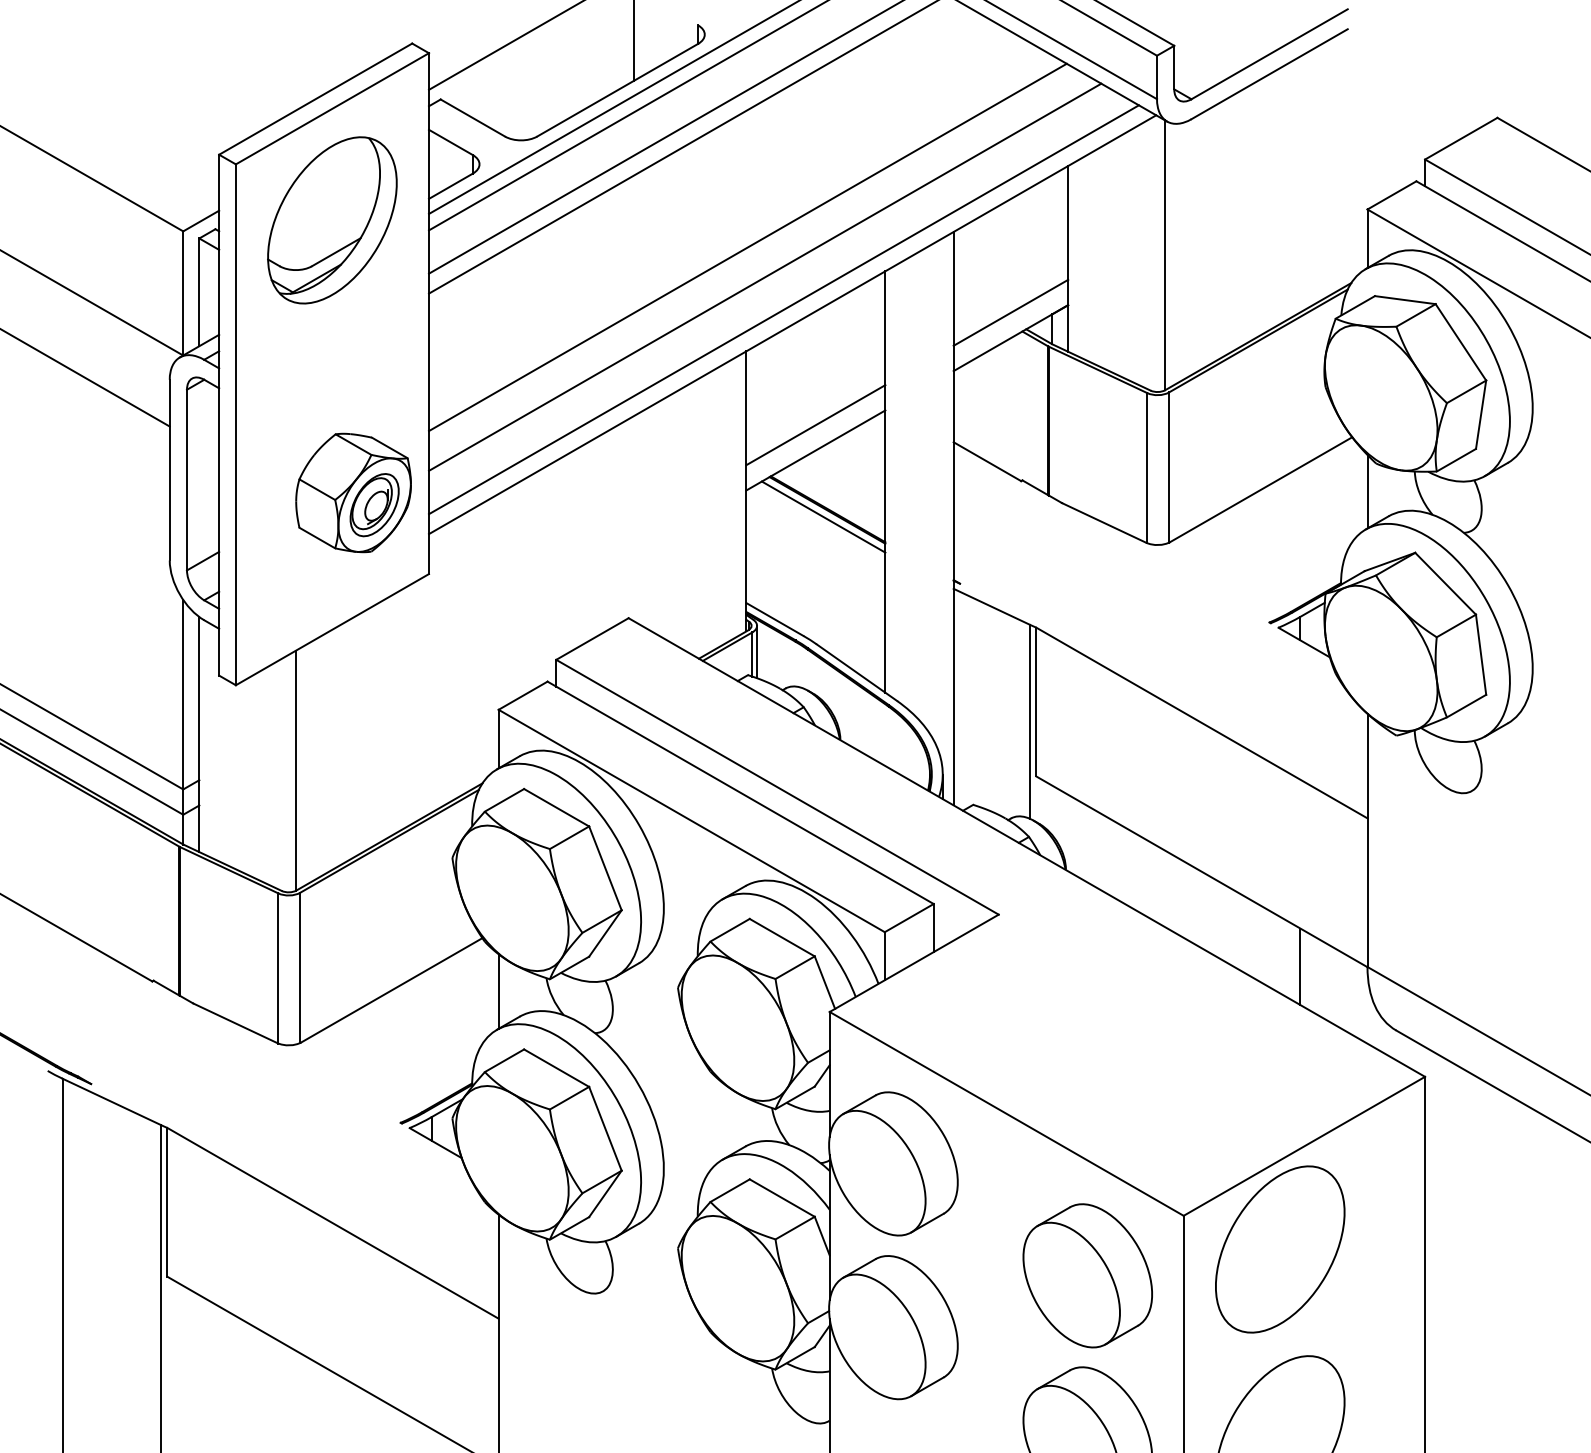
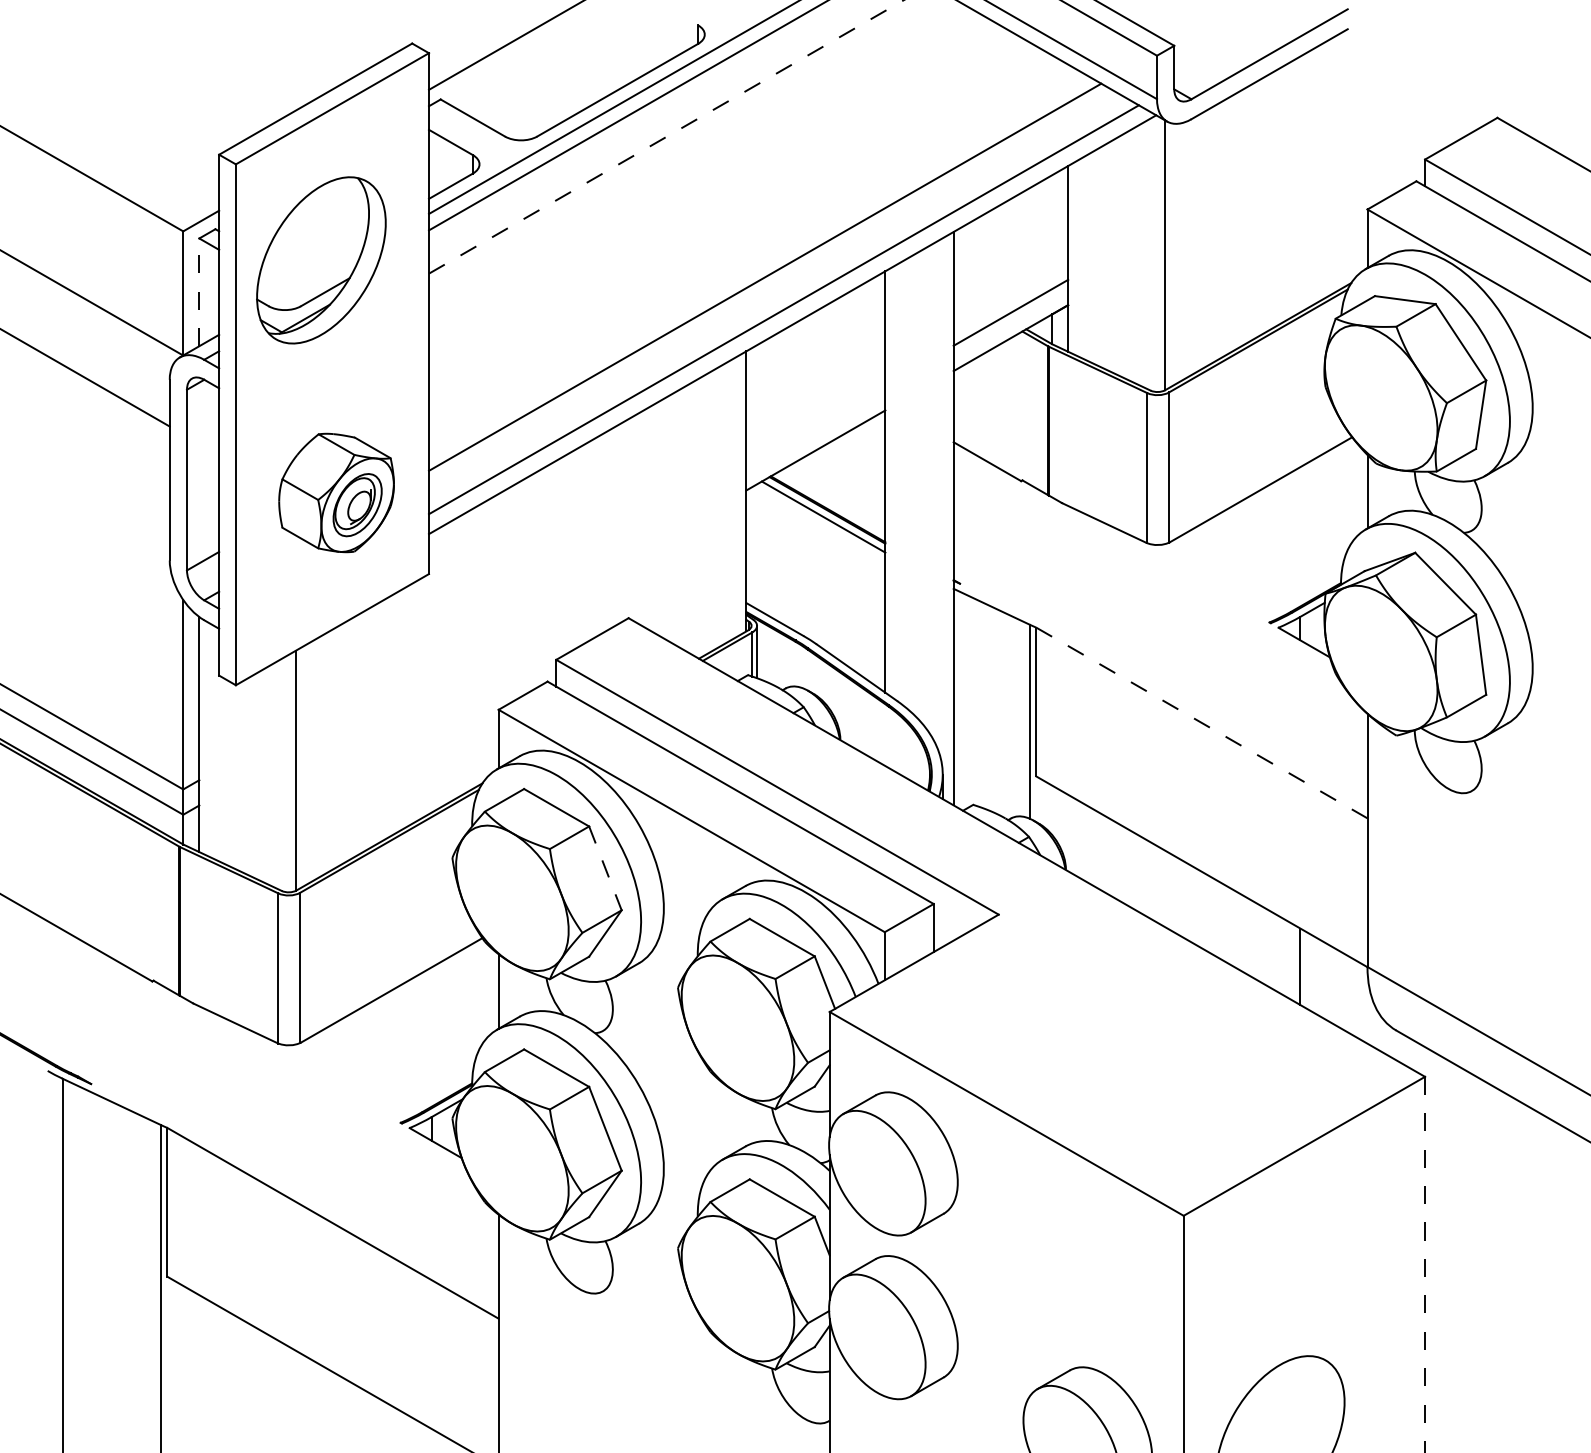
line at (633, 41): present -> none
line at (667, 136): solid -> dashed
line at (681, 147): present -> none
part at (332, 220) position: (332, 220) -> (321, 260)
line at (747, 247): present -> none
line at (199, 292): solid -> dashed
line at (815, 425): present -> none
part at (353, 492) position: (353, 492) -> (336, 492)
line at (1202, 723): solid -> dashed
line at (605, 868): solid -> dashed
part at (1280, 1249): present -> none
line at (1425, 1264): solid -> dashed
part at (1087, 1275): present -> none
